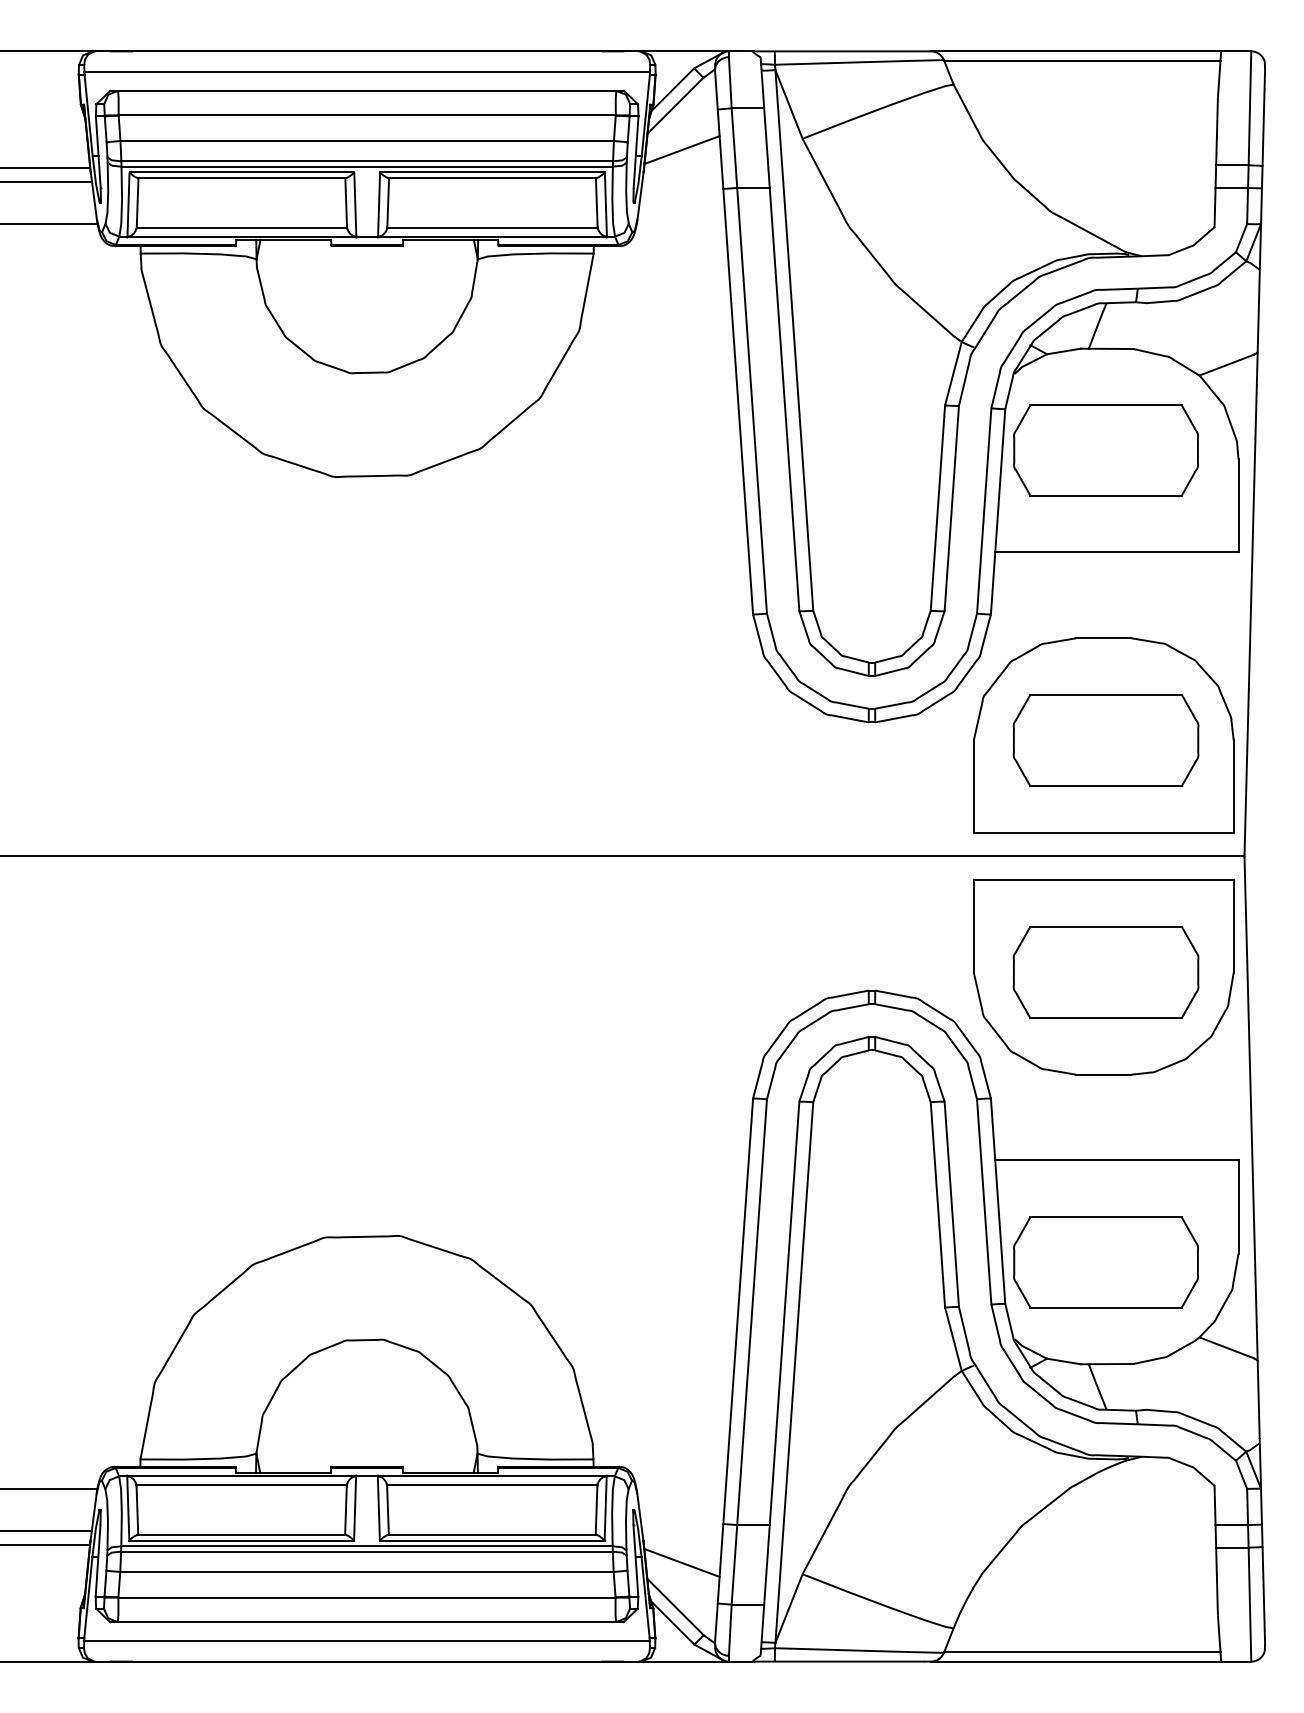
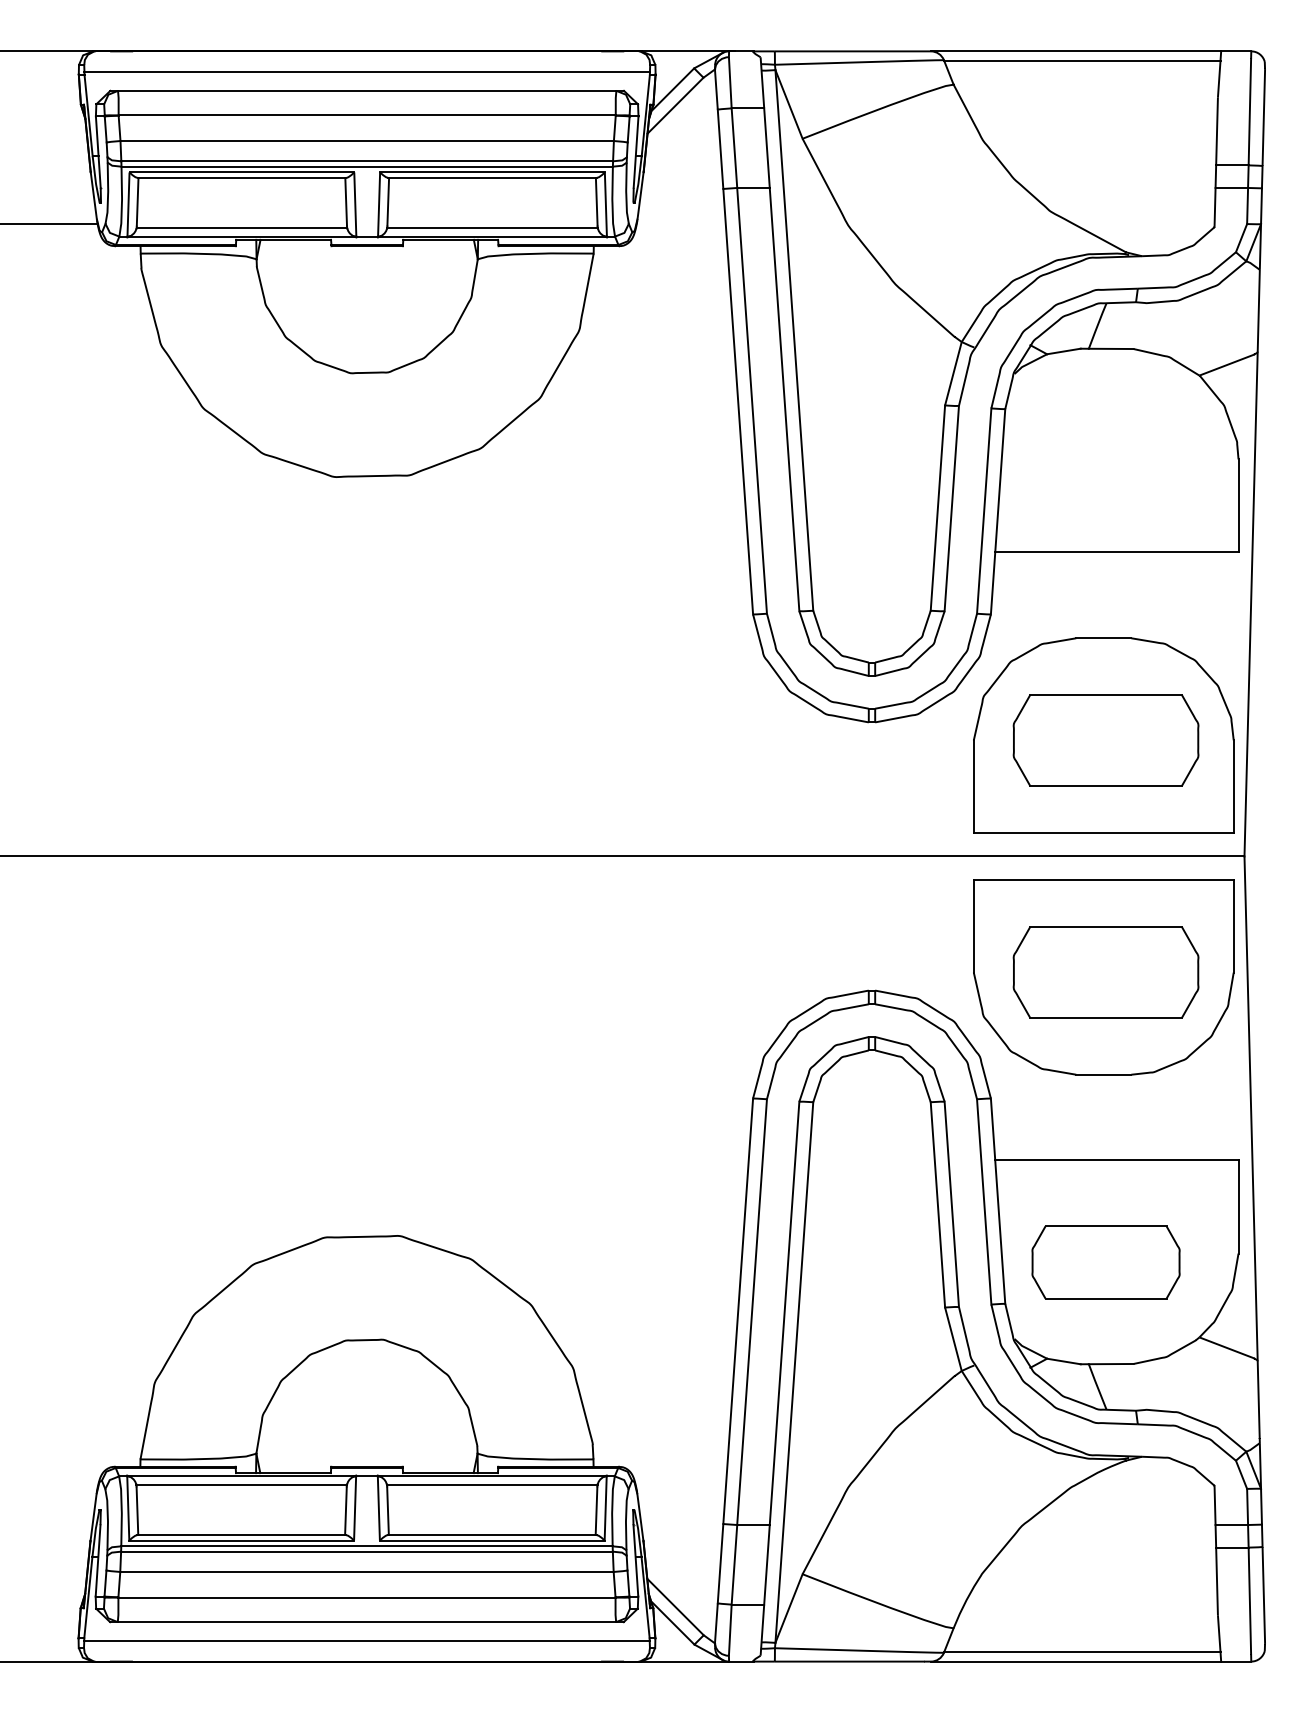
line at (681, 150): present -> none
line at (46, 168): present -> none
line at (46, 181): present -> none
part at (1105, 450): present -> none
part at (1105, 1262) size: 186x93 px -> 150x75 px
line at (49, 1489): present -> none
line at (46, 1531): present -> none
line at (46, 1544): present -> none
line at (681, 1562): present -> none
